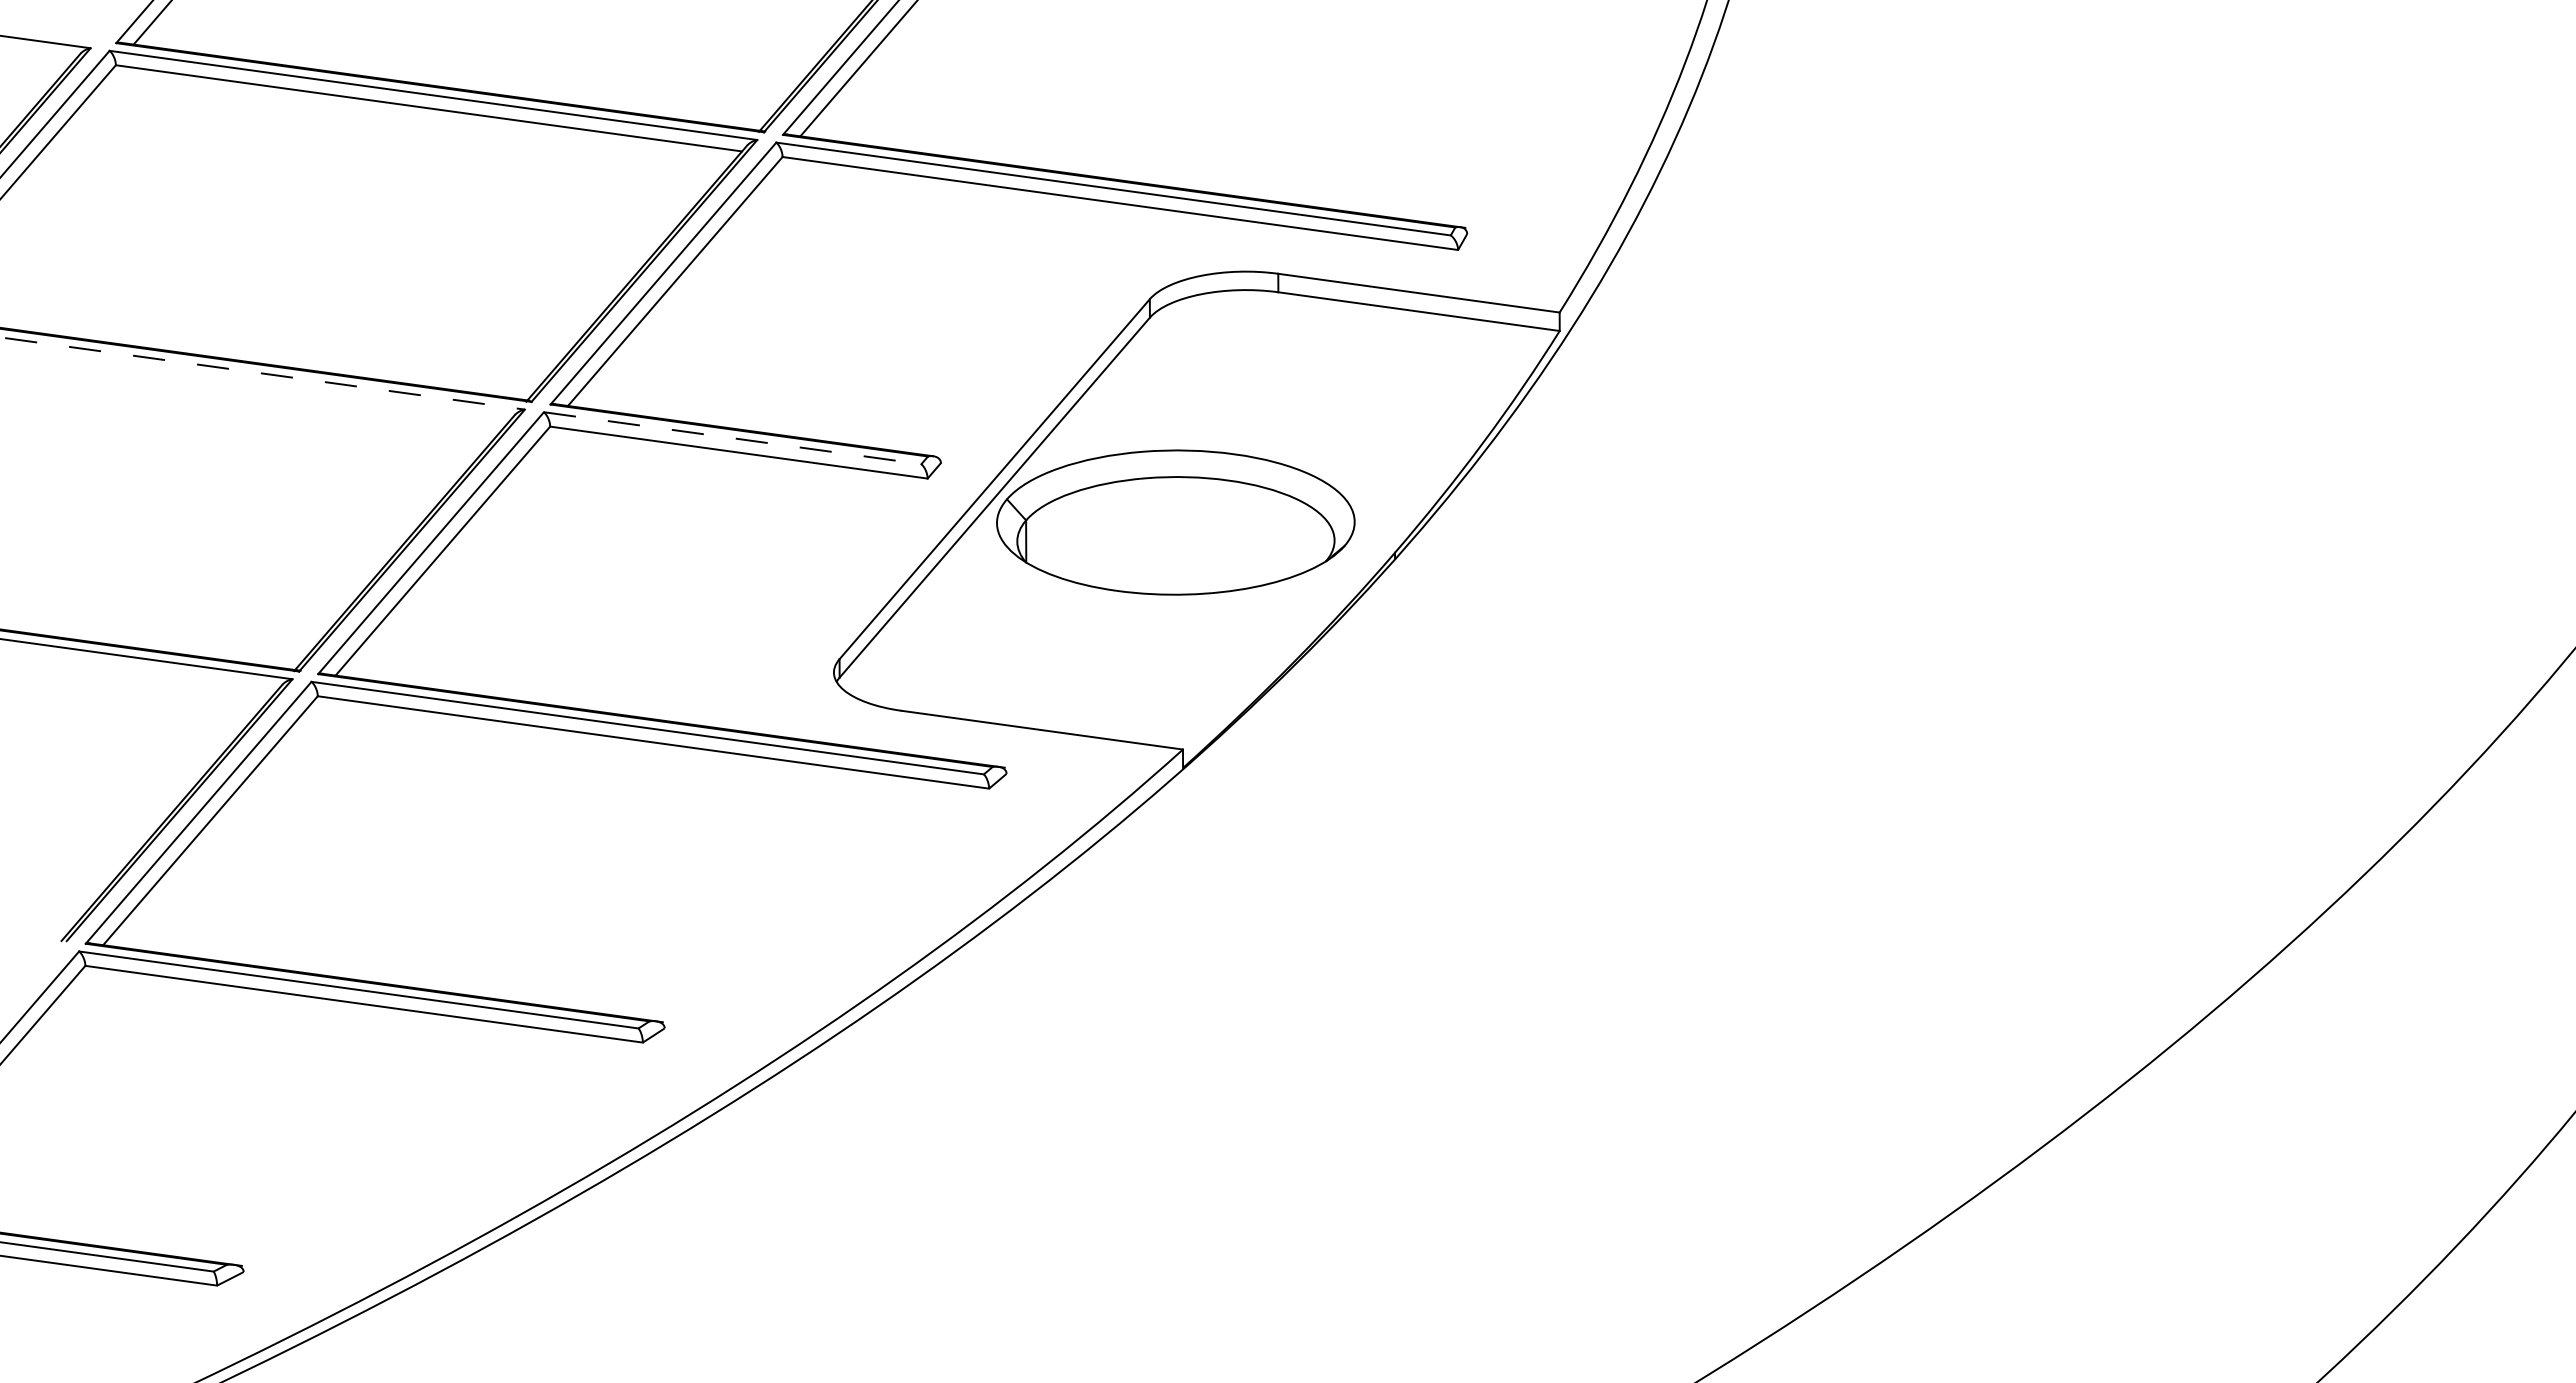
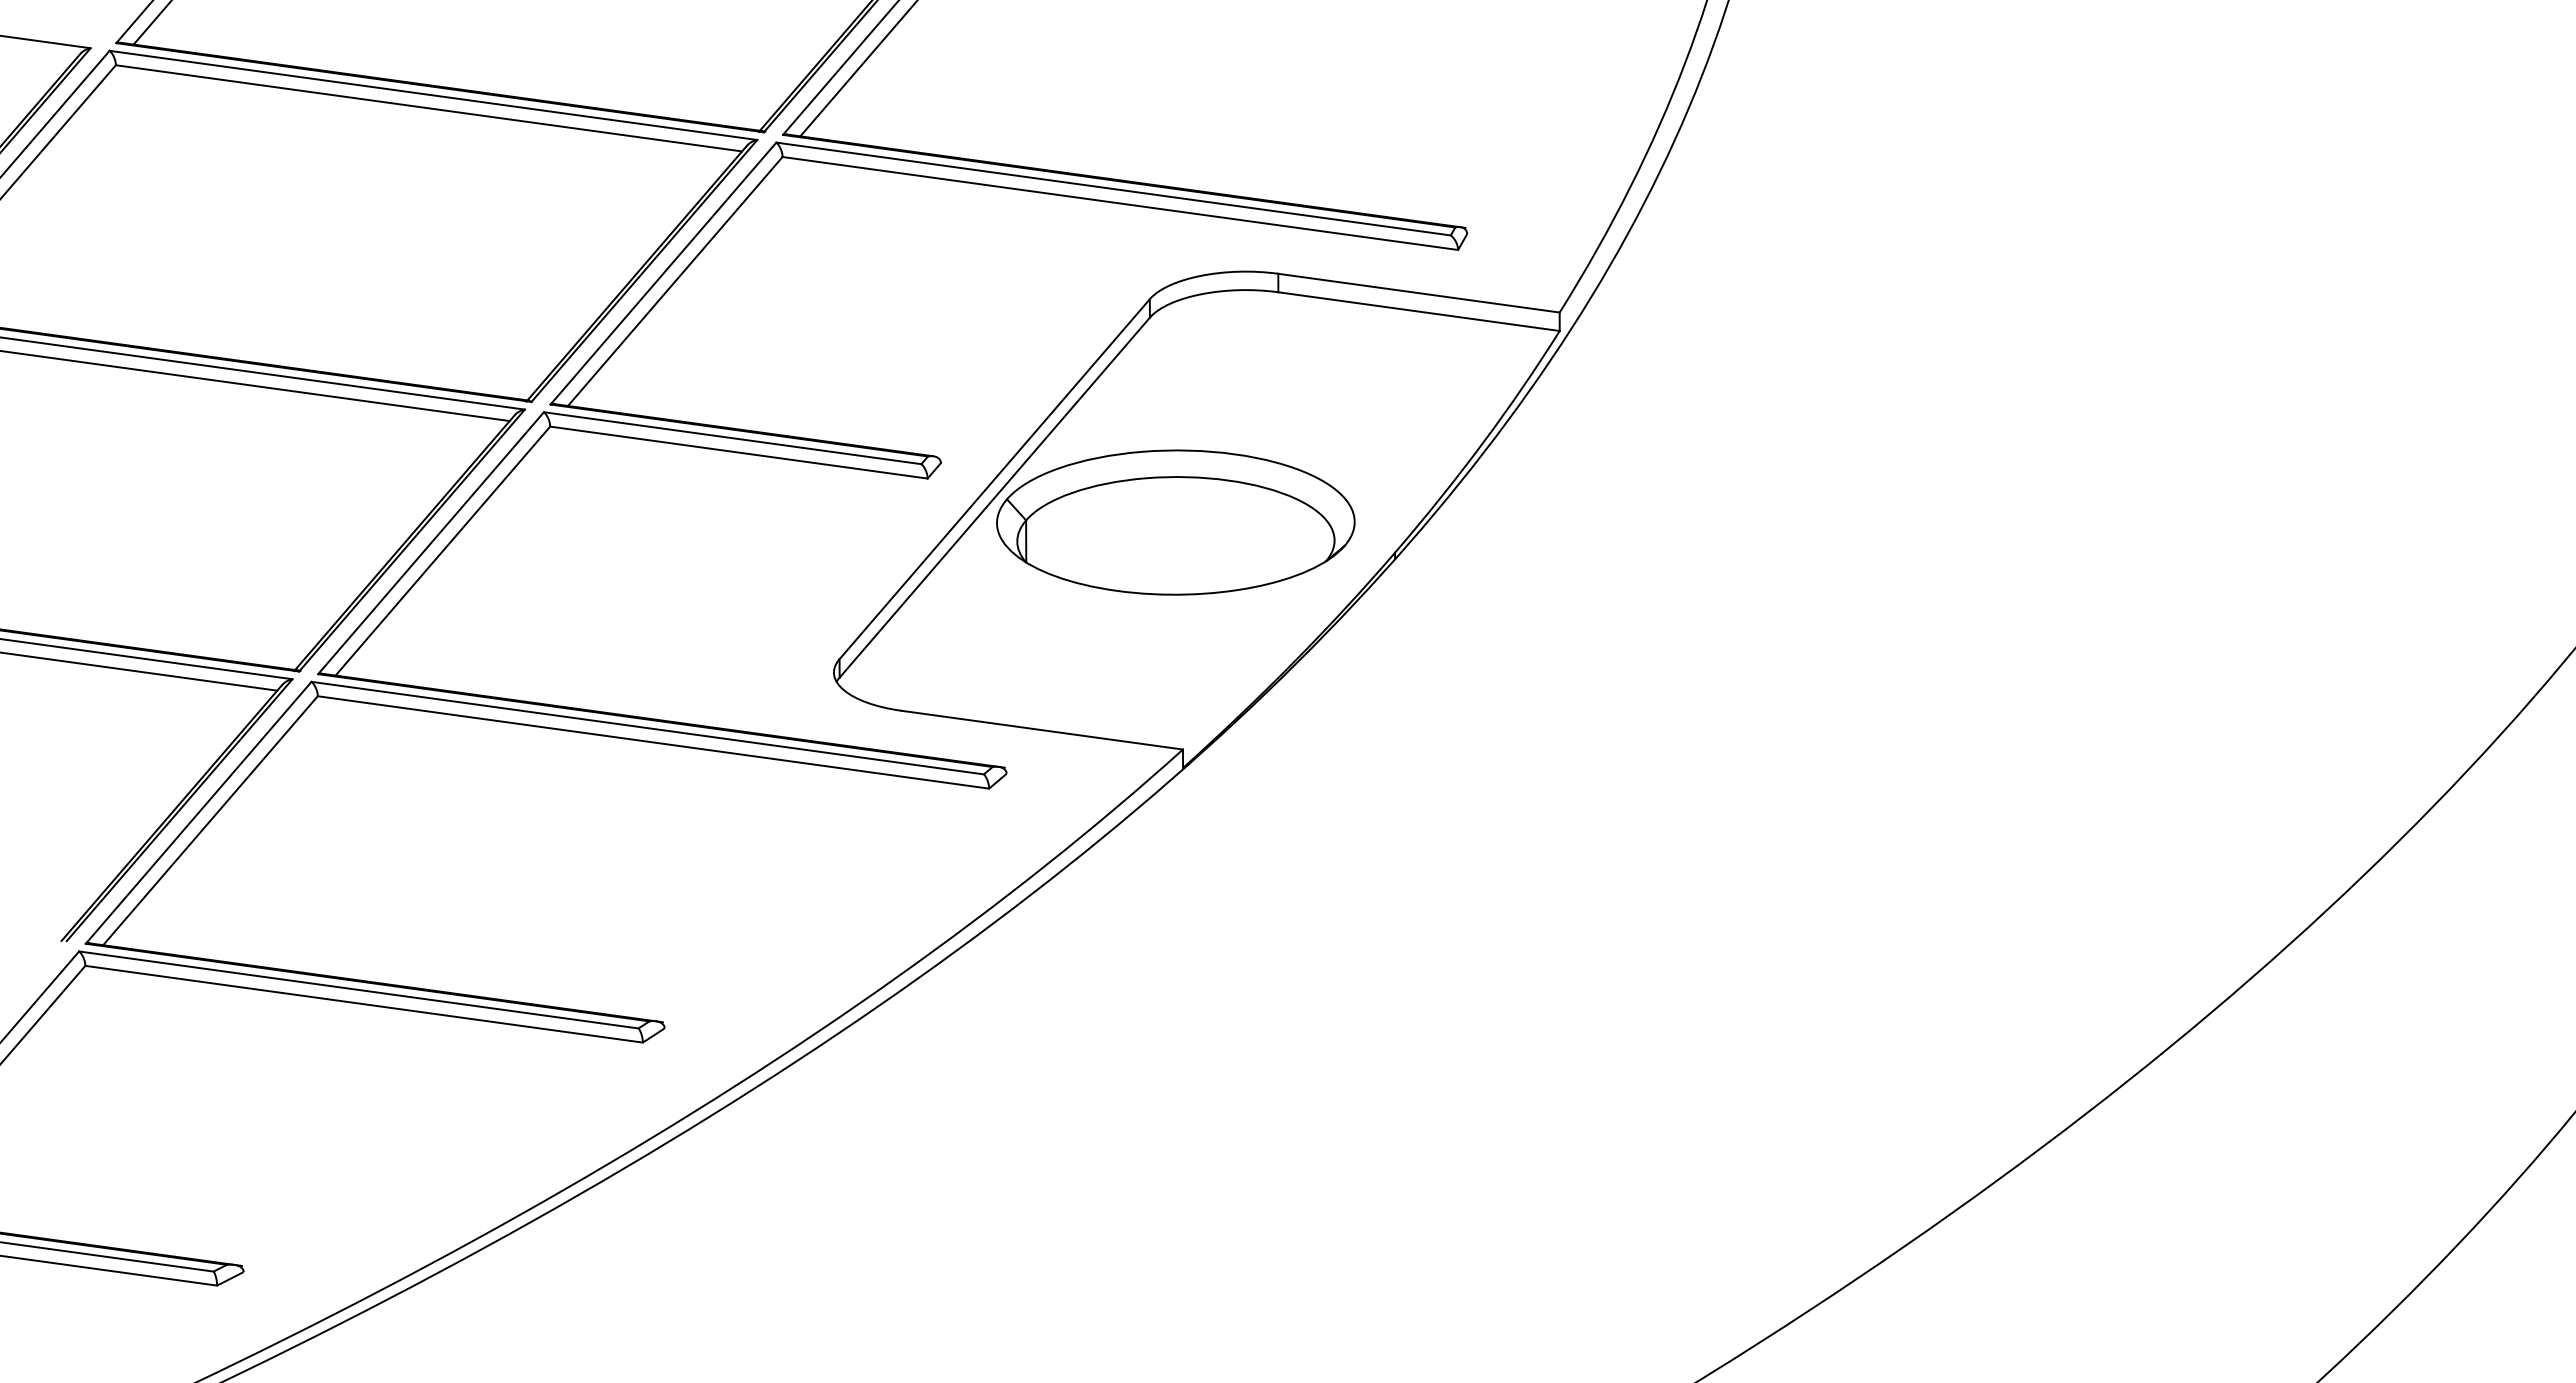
line at (262, 373): dashed -> solid
line at (255, 386): none -> present
line at (732, 438): dashed -> solid
line at (139, 671): none -> present
